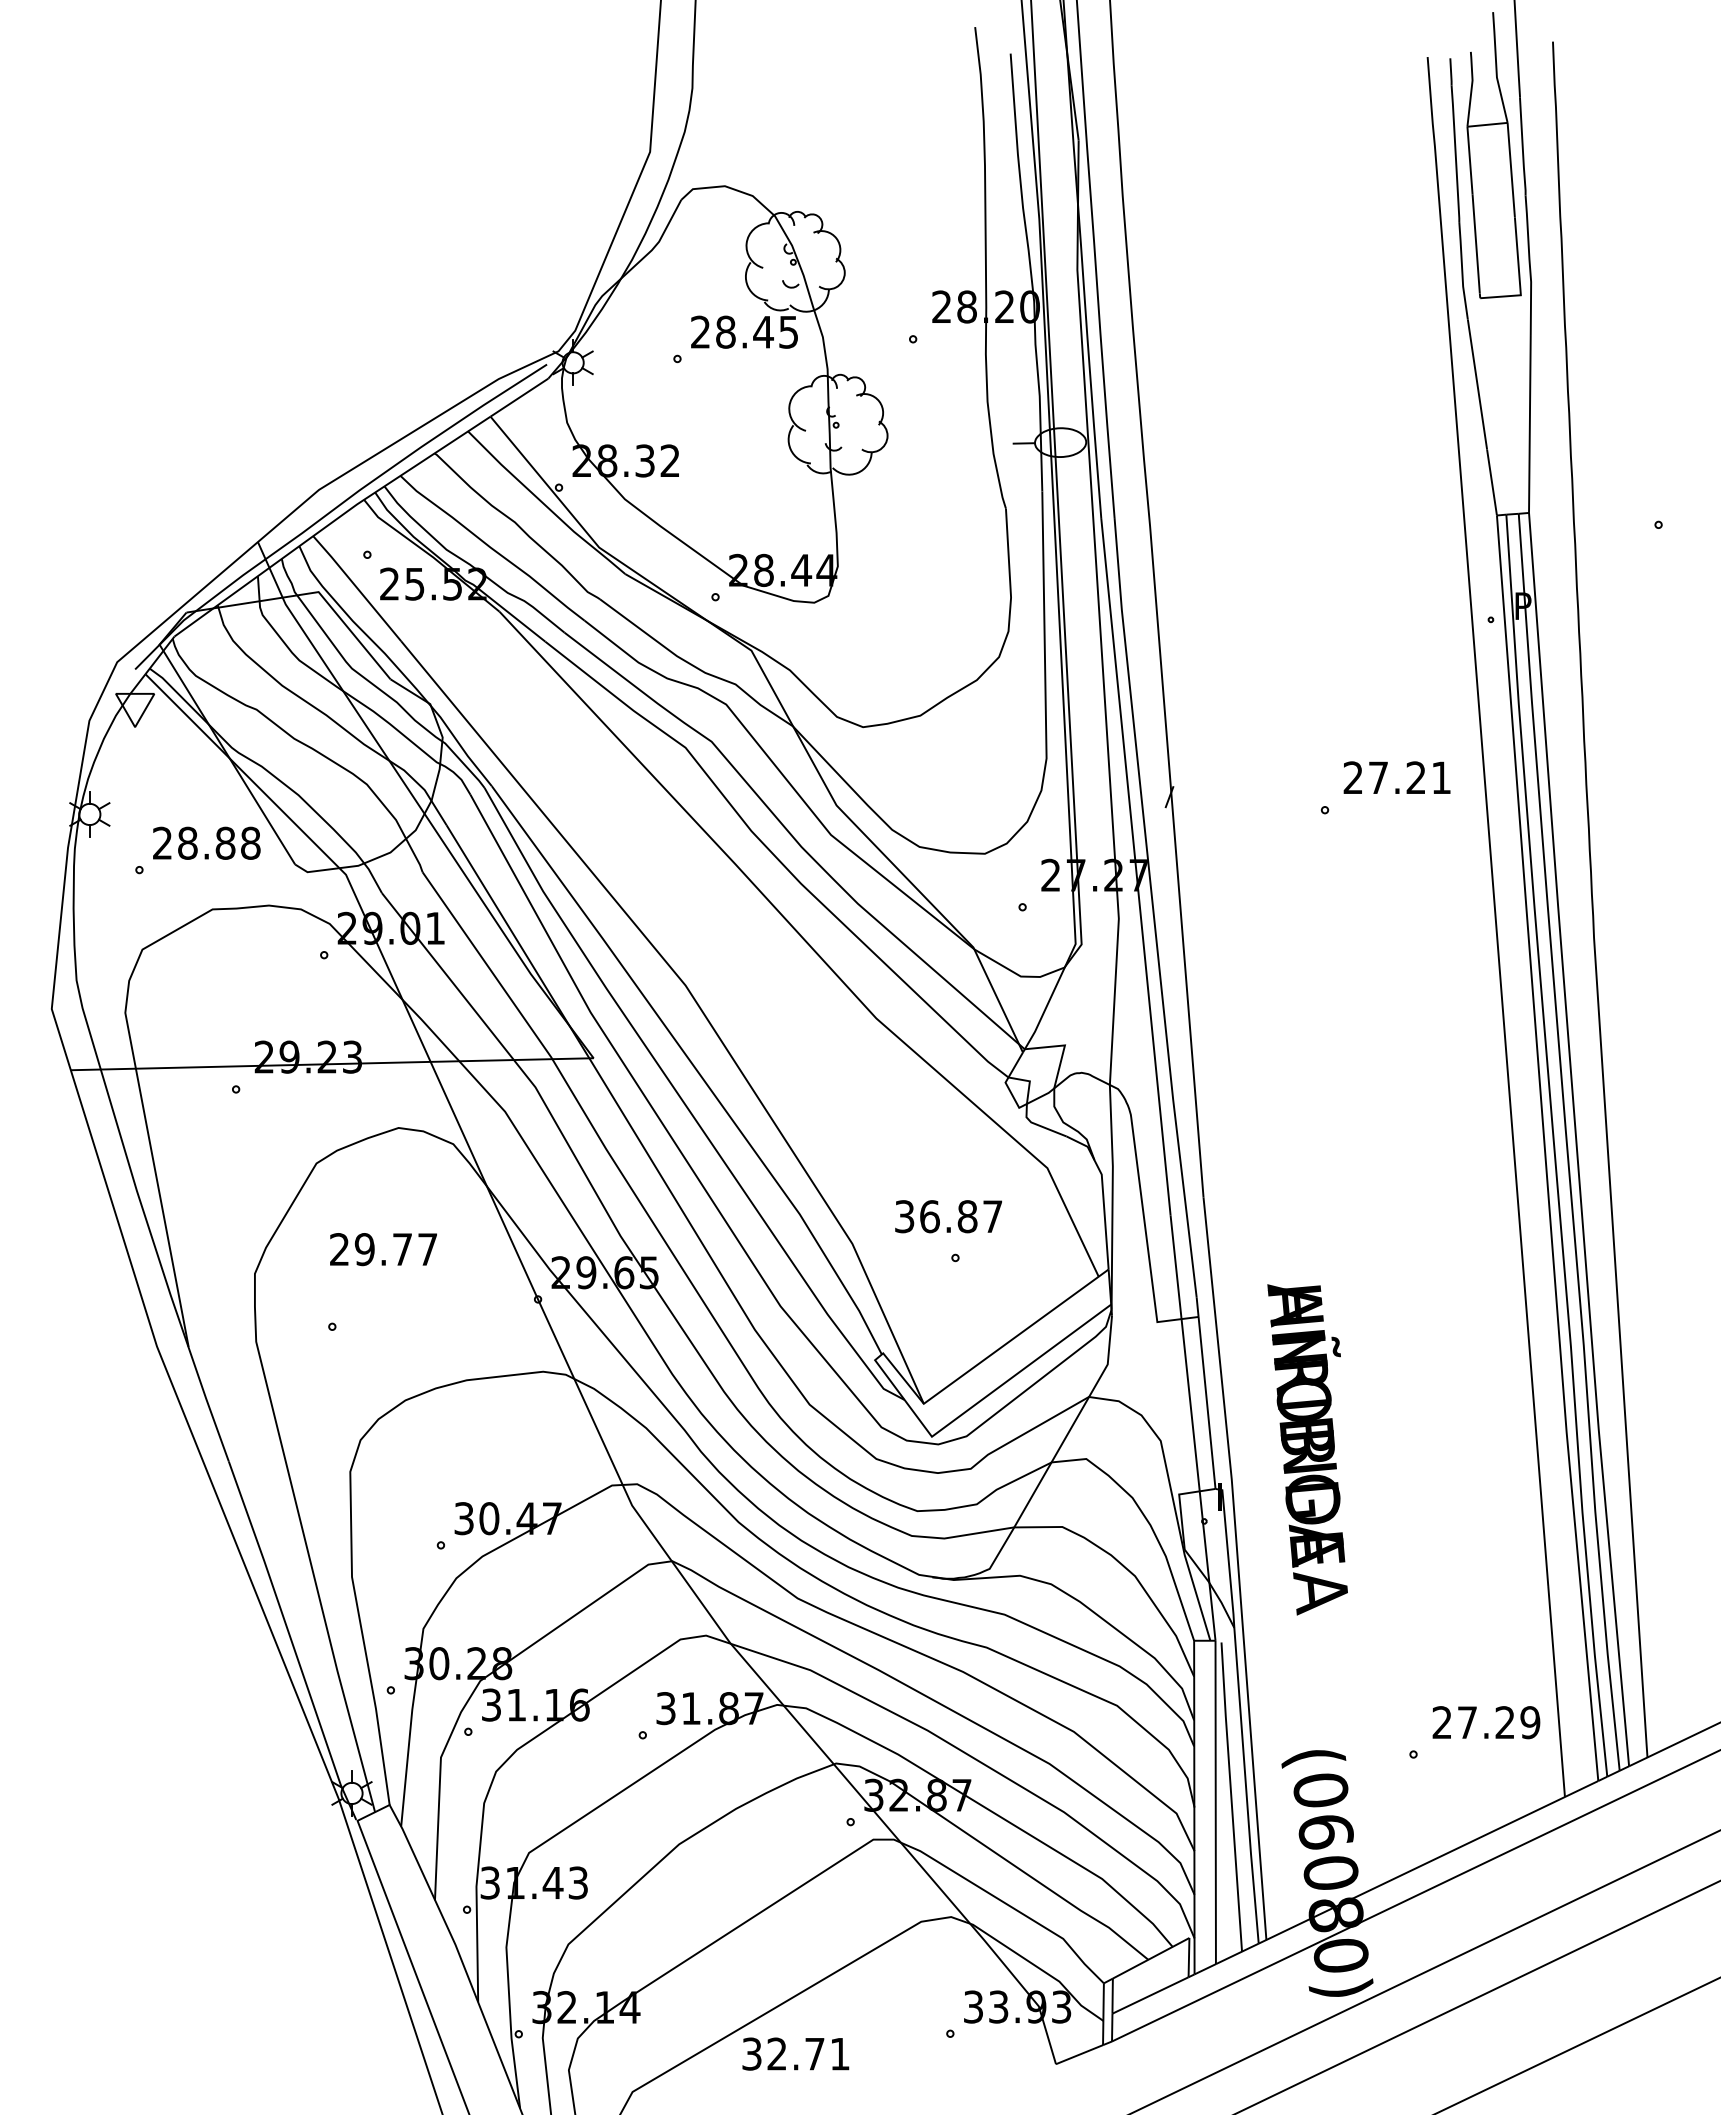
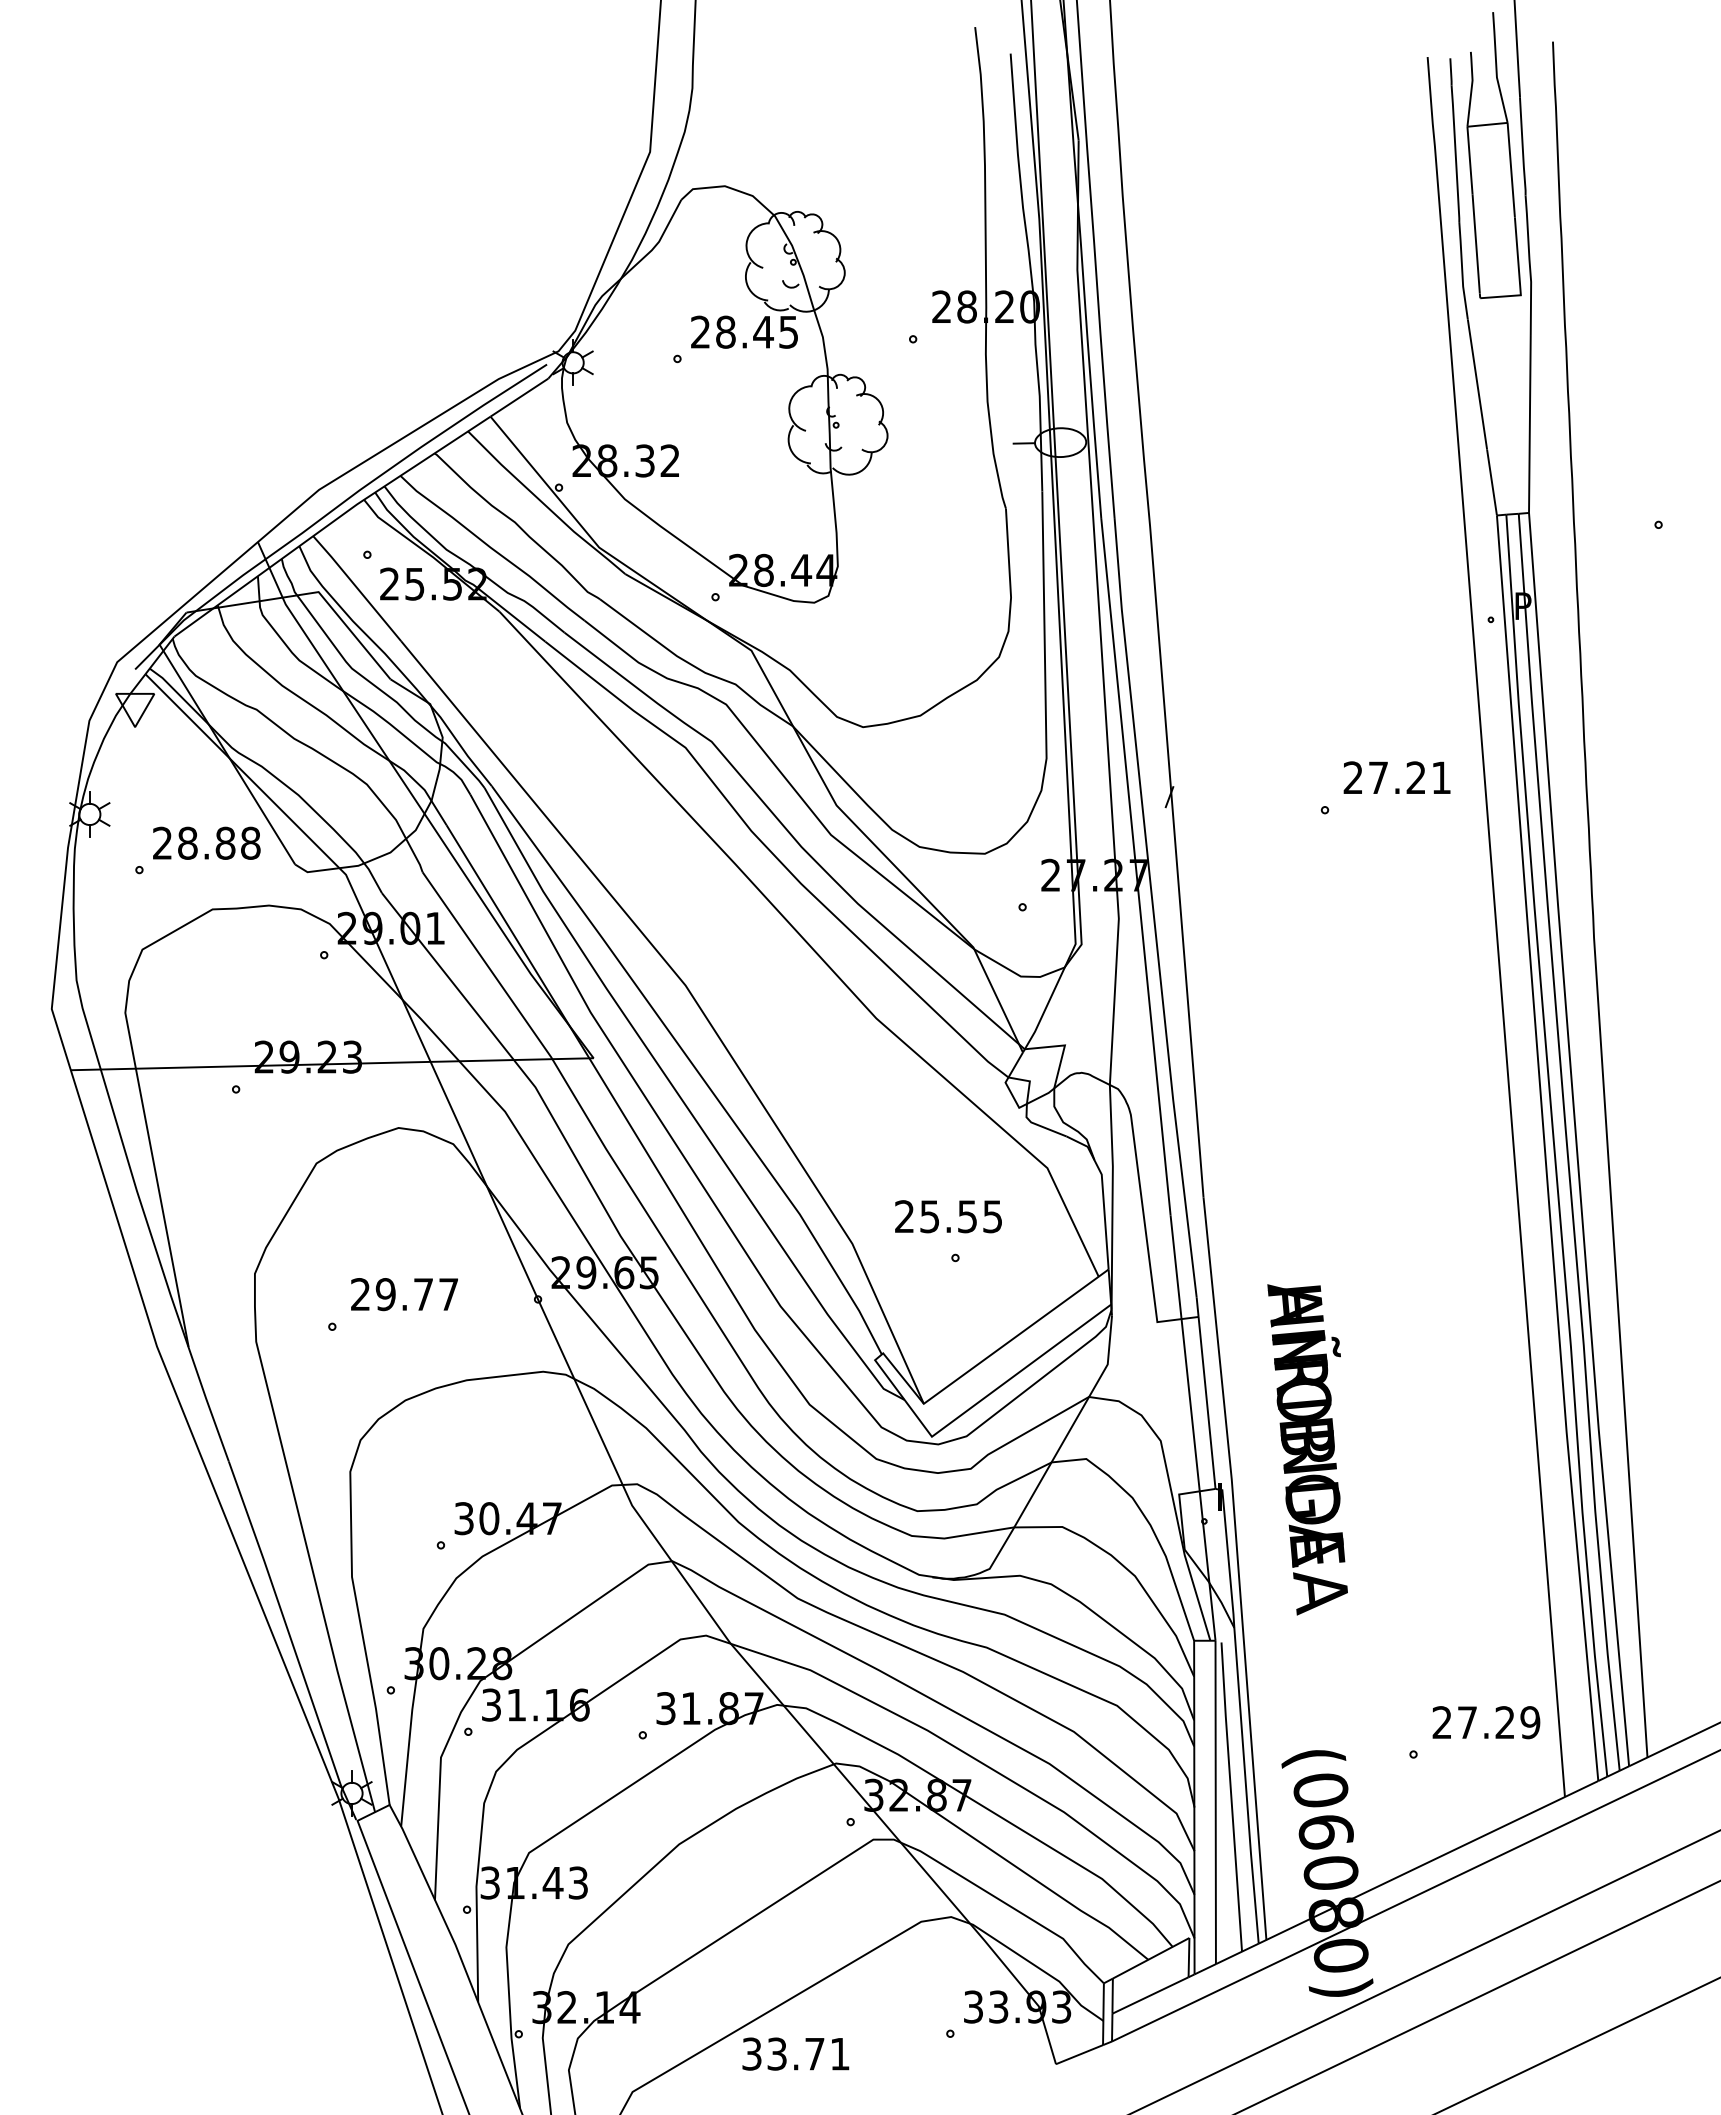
text at (948, 1216): 36.87 -> 25.55
text at (383, 1249) position: (383, 1249) -> (404, 1294)
text at (776, 2053): 32.71 -> 33.71
